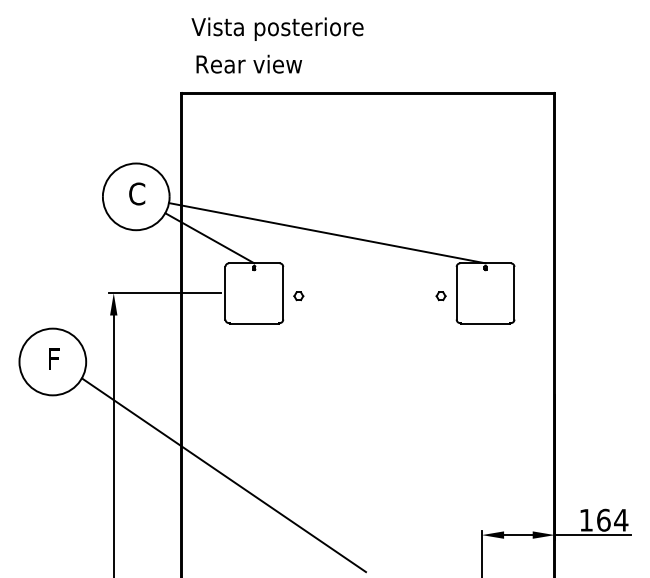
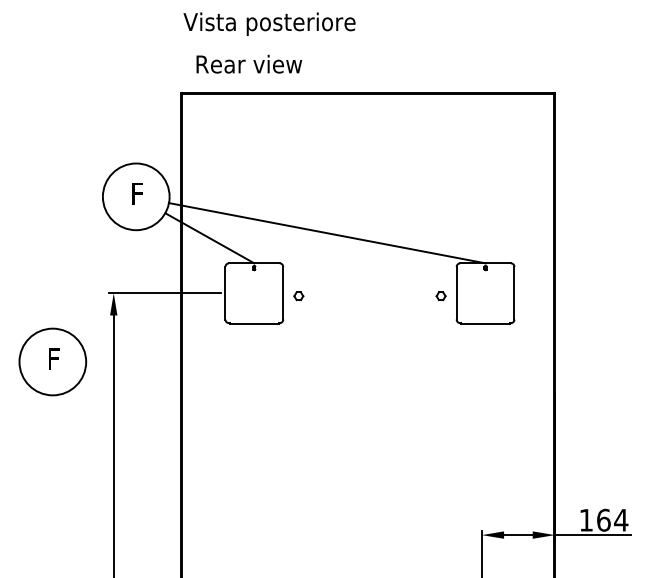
text at (277, 28) position: (277, 28) -> (269, 23)
text at (137, 193): C -> F
line at (223, 475): present -> none
